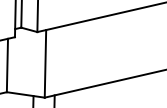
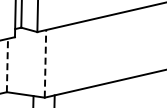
line at (45, 63): solid -> dashed
line at (7, 65): solid -> dashed
